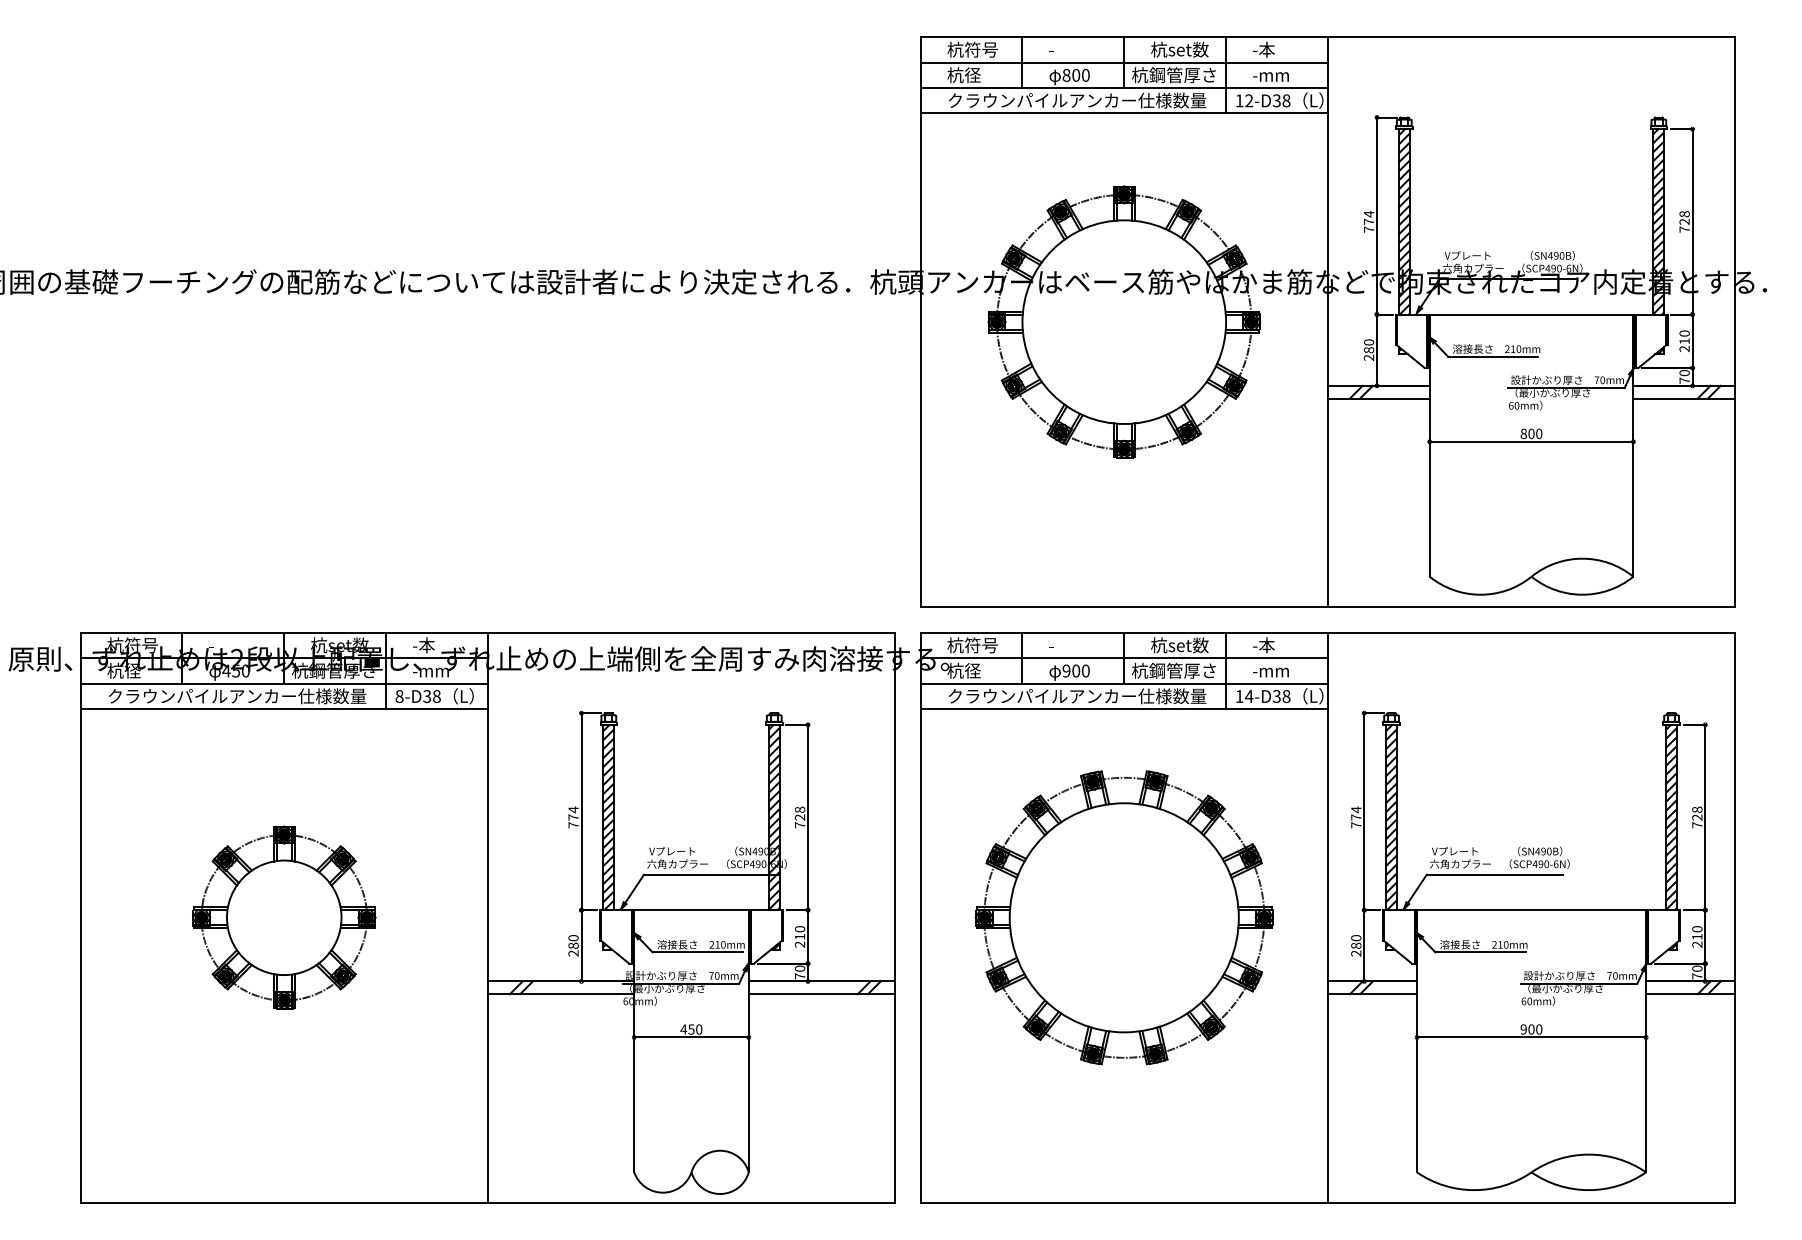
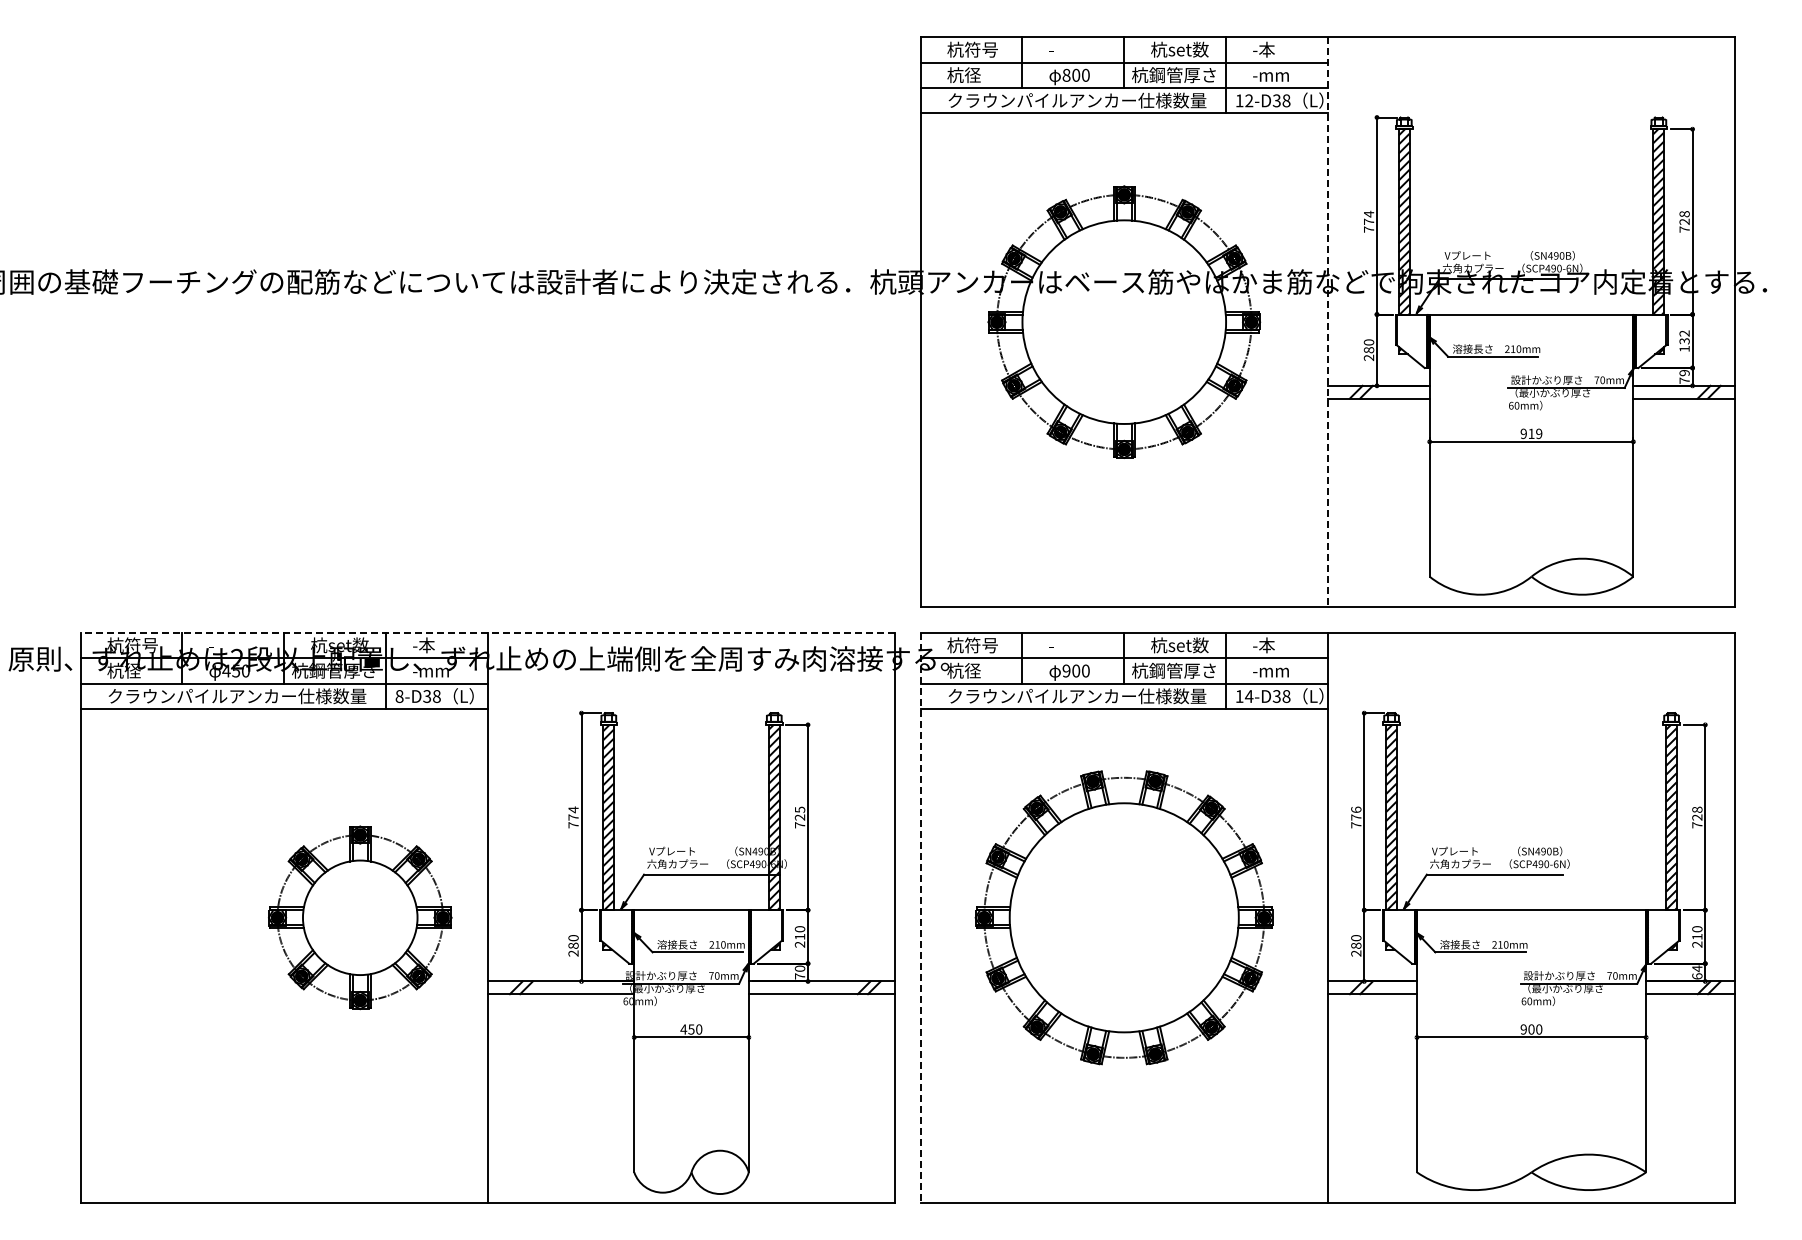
line at (1327, 322): solid -> dashed
text at (1684, 341): 210 -> 132
text at (1684, 373): 70 -> 79
text at (1531, 433): 800 -> 919
line at (487, 632): solid -> dashed
text at (799, 809): 728 -> 725
text at (1356, 809): 774 -> 776
part at (284, 917) position: (284, 917) -> (360, 917)
line at (920, 918): solid -> dashed
text at (1697, 972): 70 -> 64
